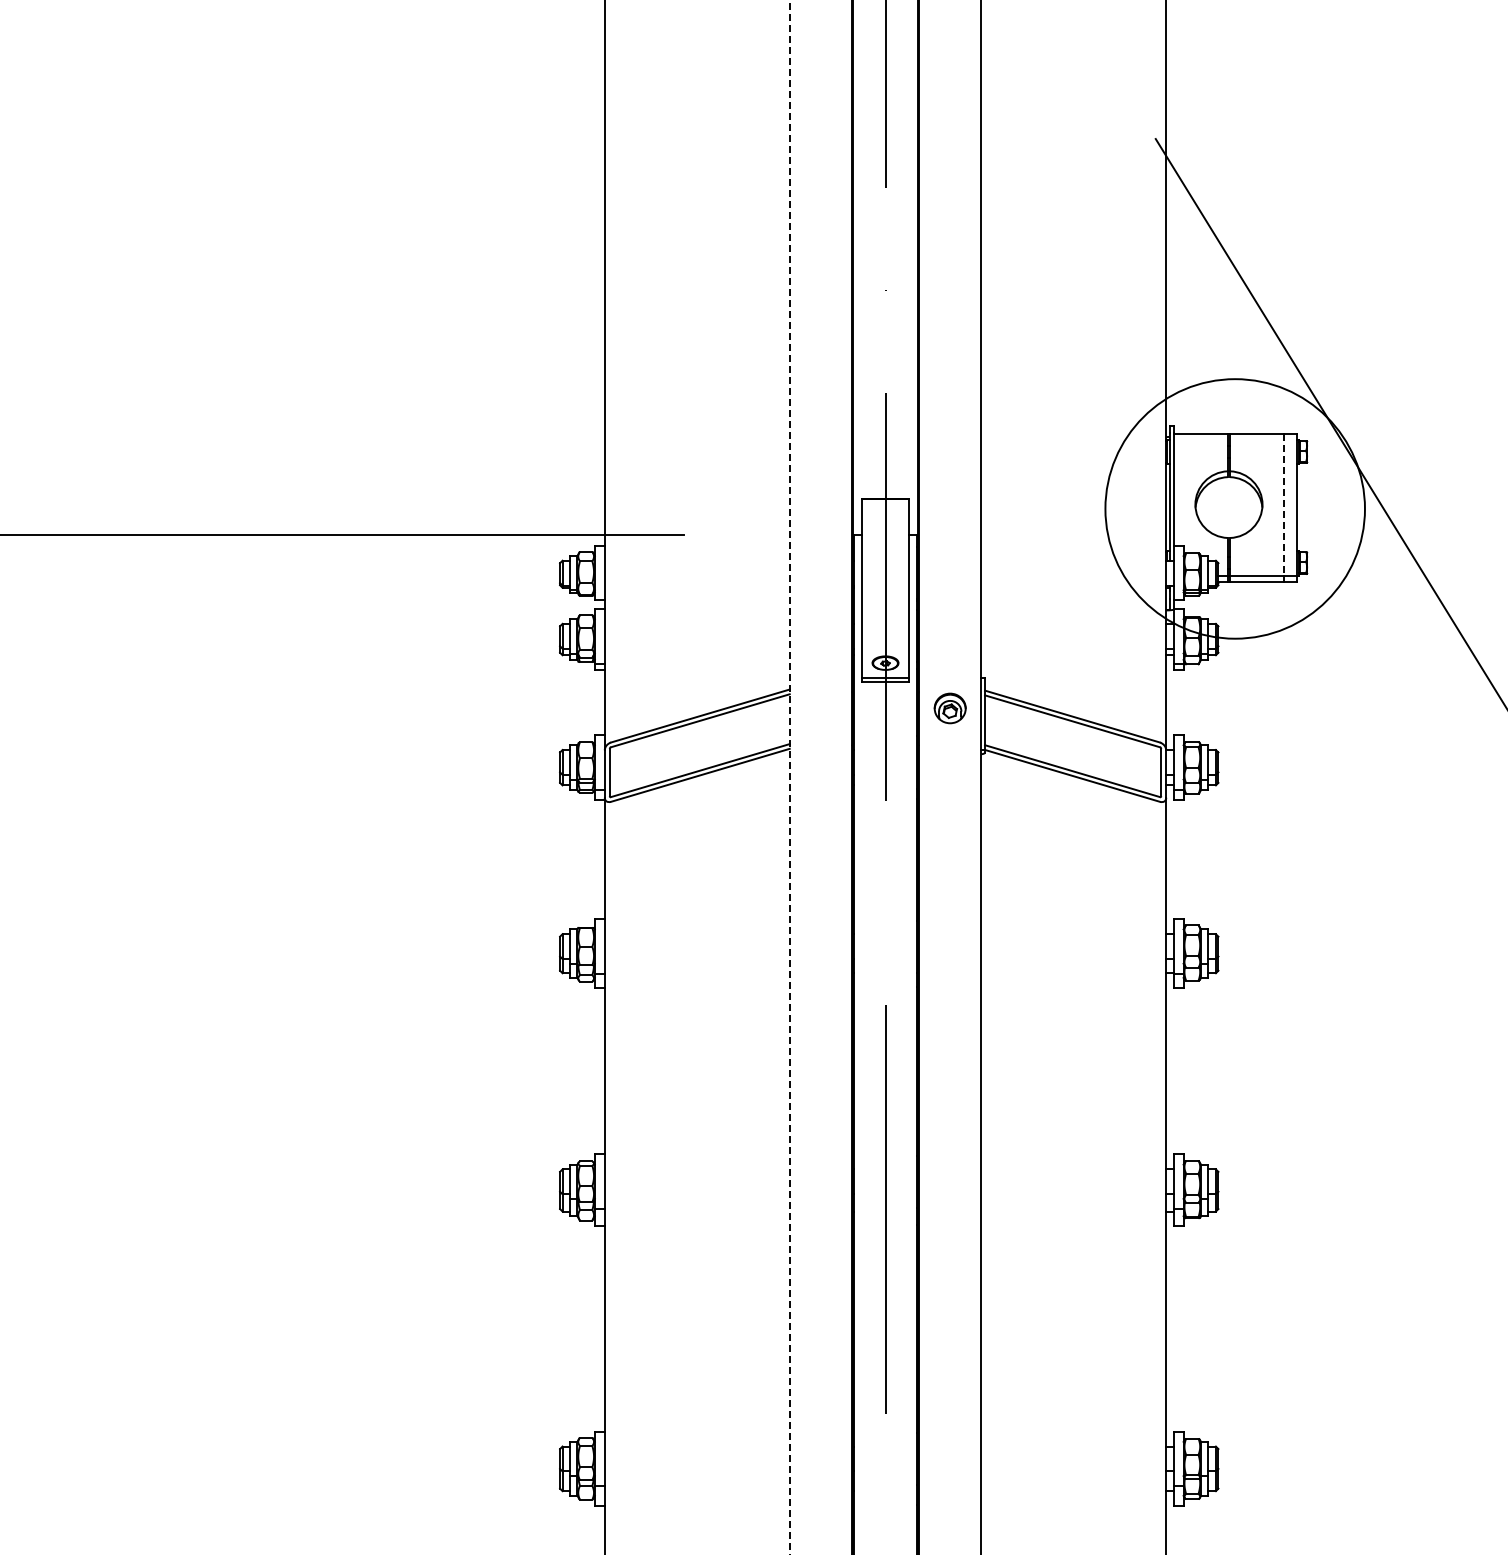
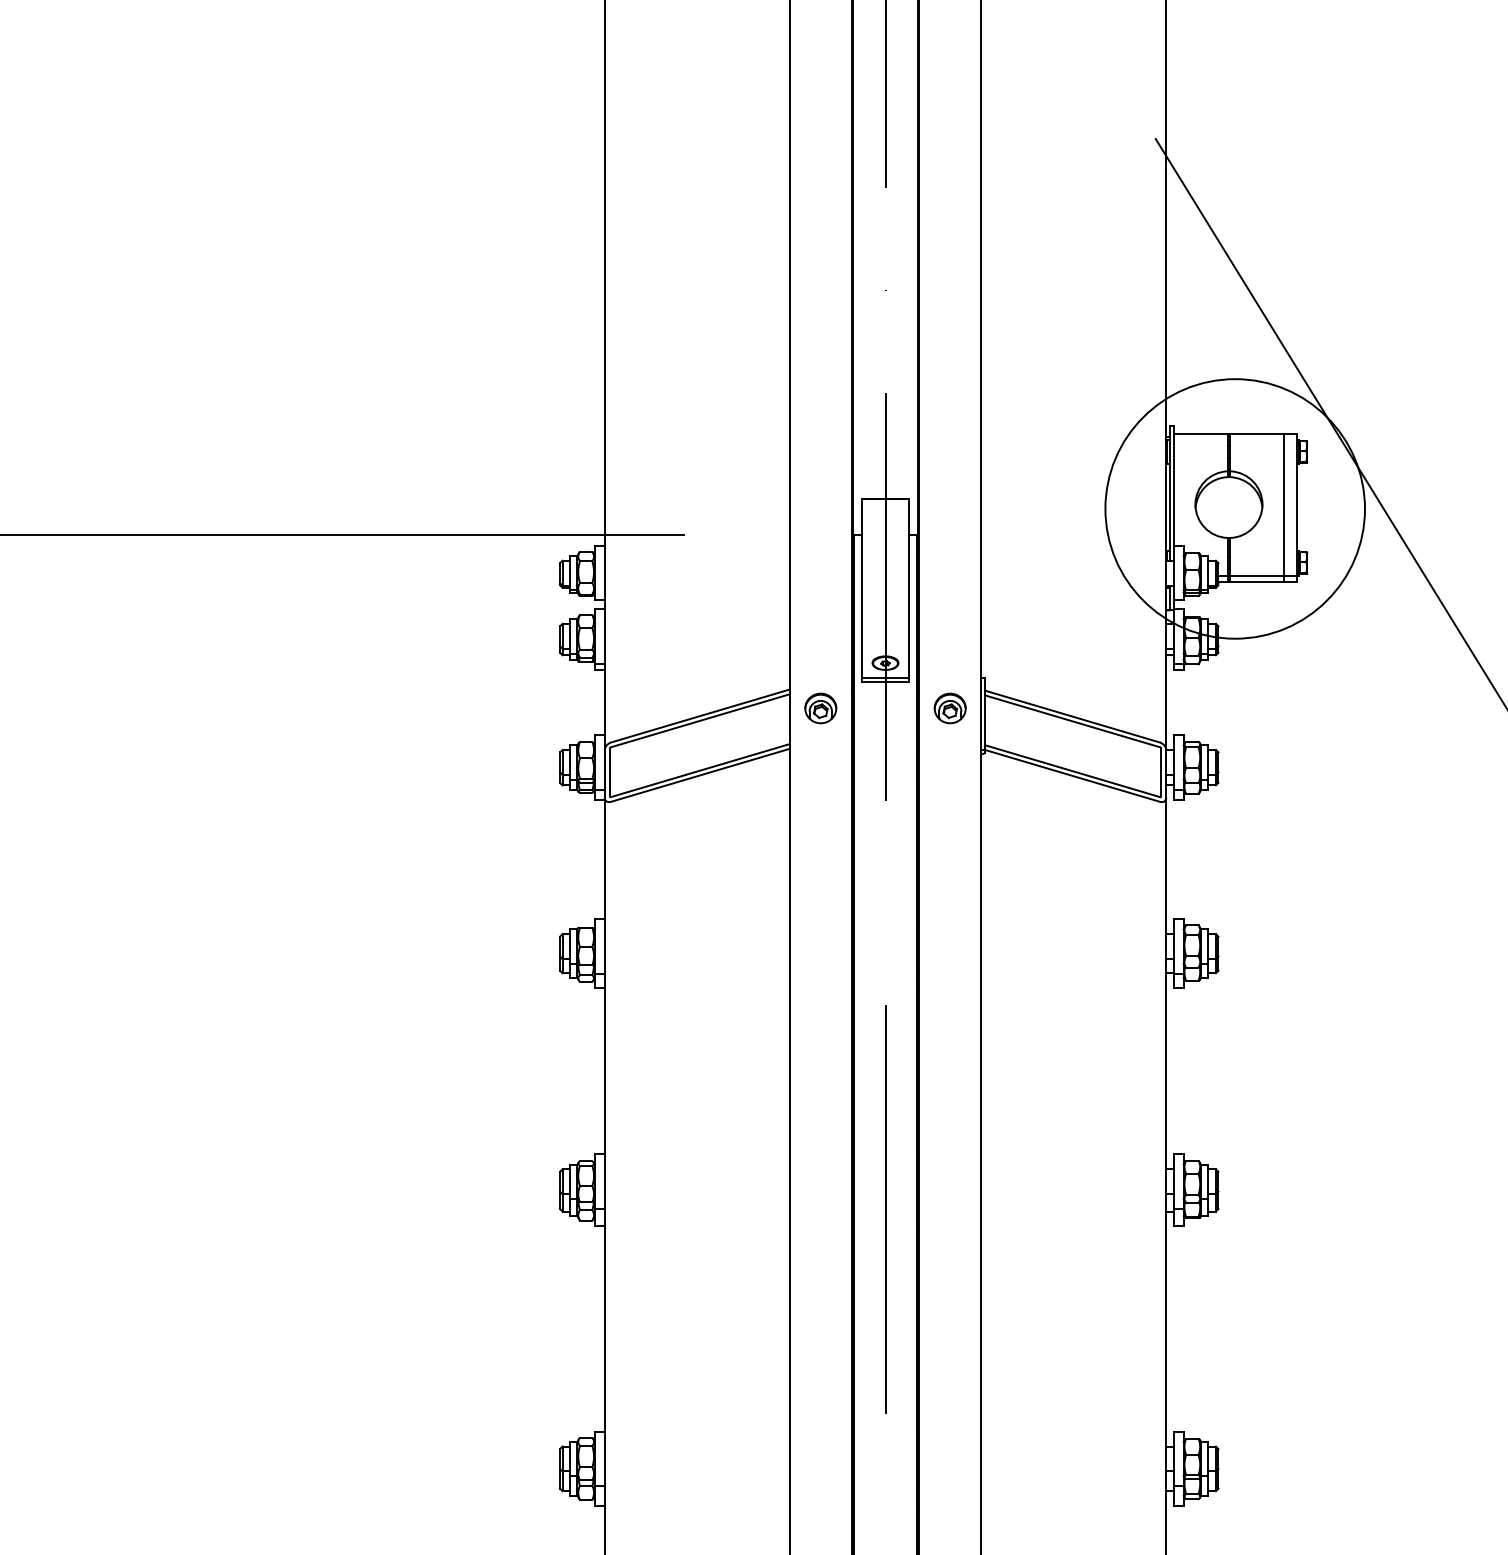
line at (1284, 505): dashed -> solid
part at (820, 708): none -> present
line at (789, 777): dashed -> solid
